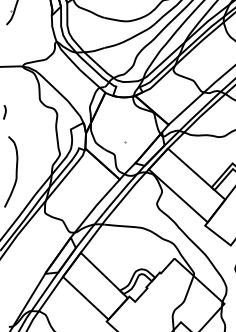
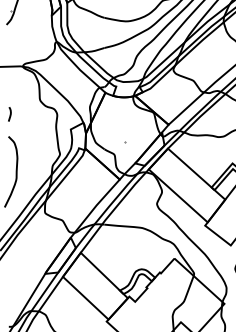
curve at (4, 112) position: (4, 112) -> (9, 114)
